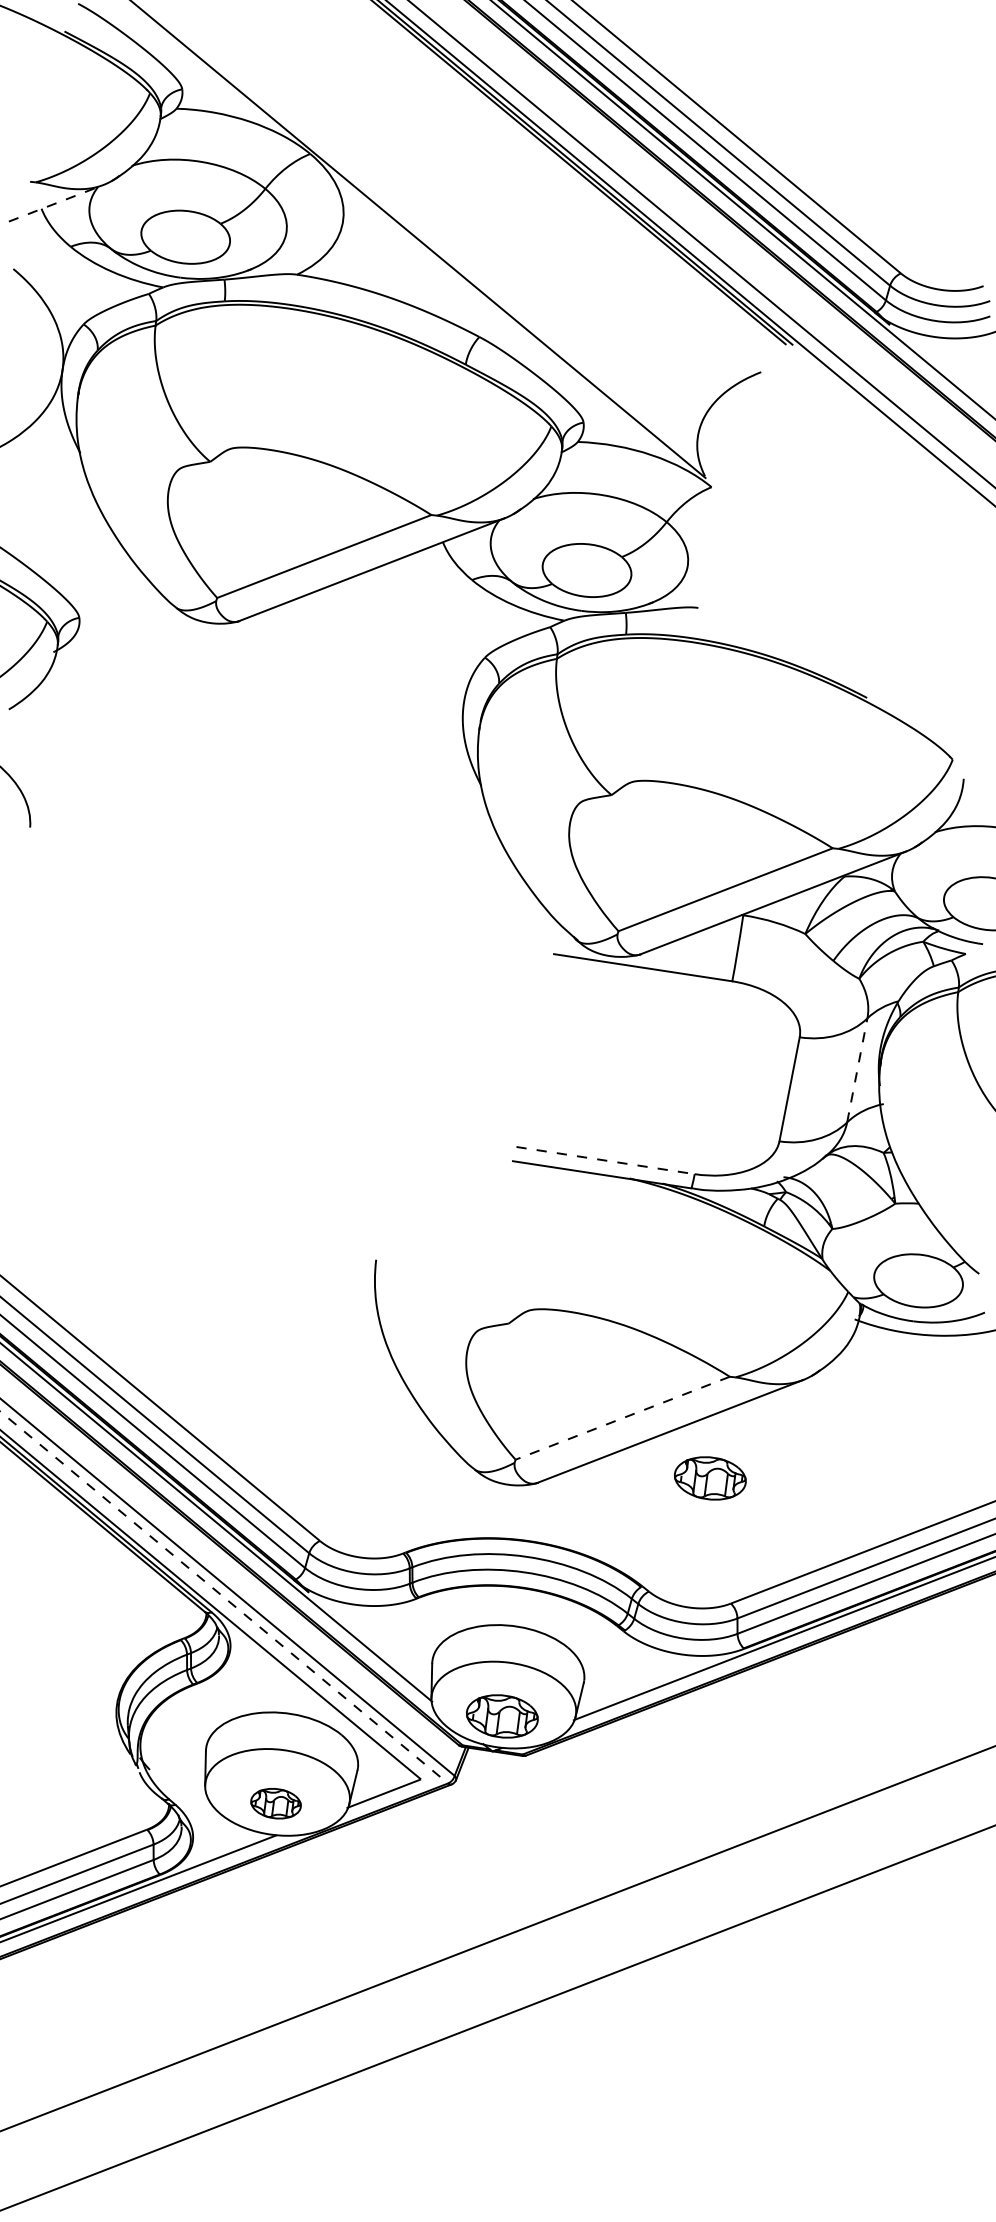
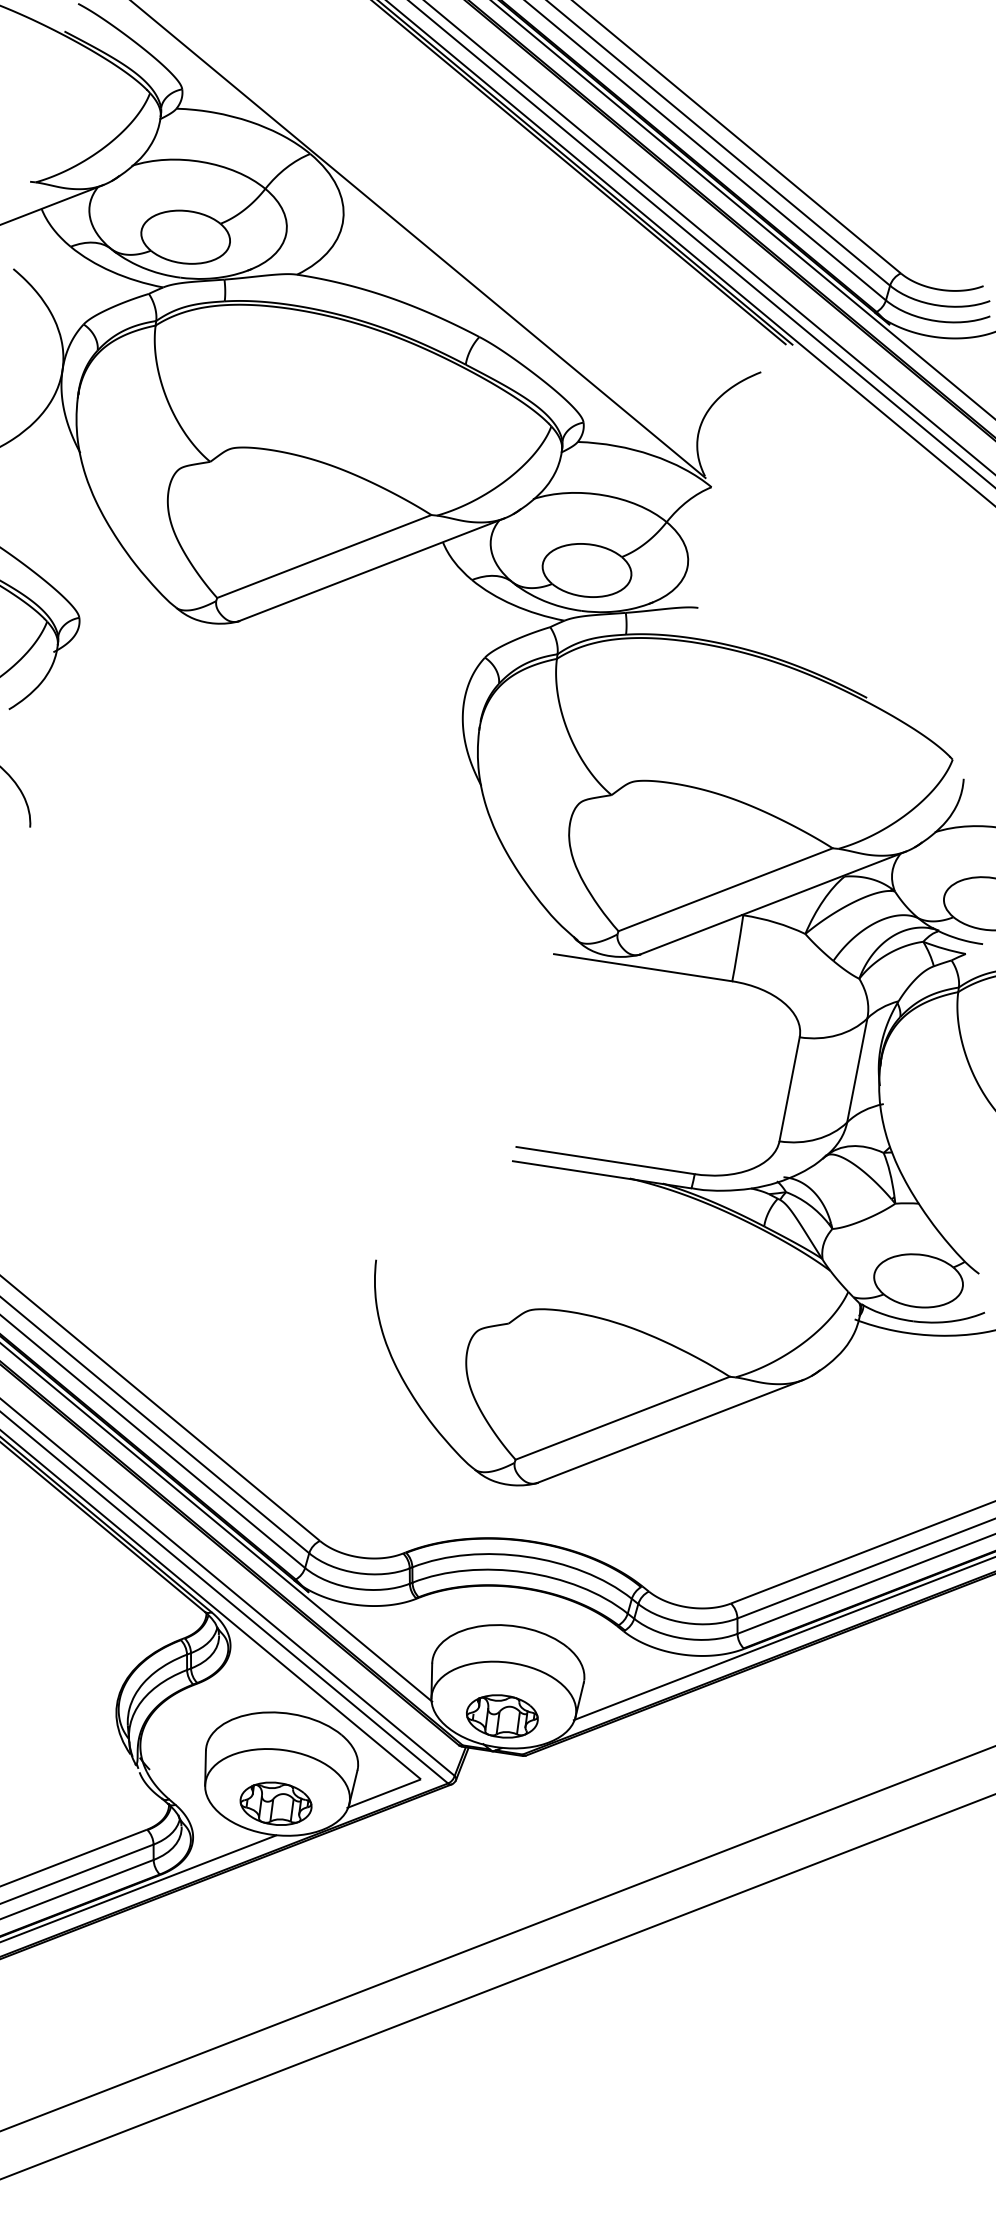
line at (52, 204): dashed -> solid
line at (709, 237): none -> present
line at (857, 1070): dashed -> solid
line at (606, 1160): dashed -> solid
line at (622, 1418): dashed -> solid
part at (710, 1478): present -> none
line at (224, 1597): dashed -> solid
part at (275, 1803) size: 52x32 px -> 74x45 px
line at (497, 2017) position: (497, 2017) -> (497, 1986)
